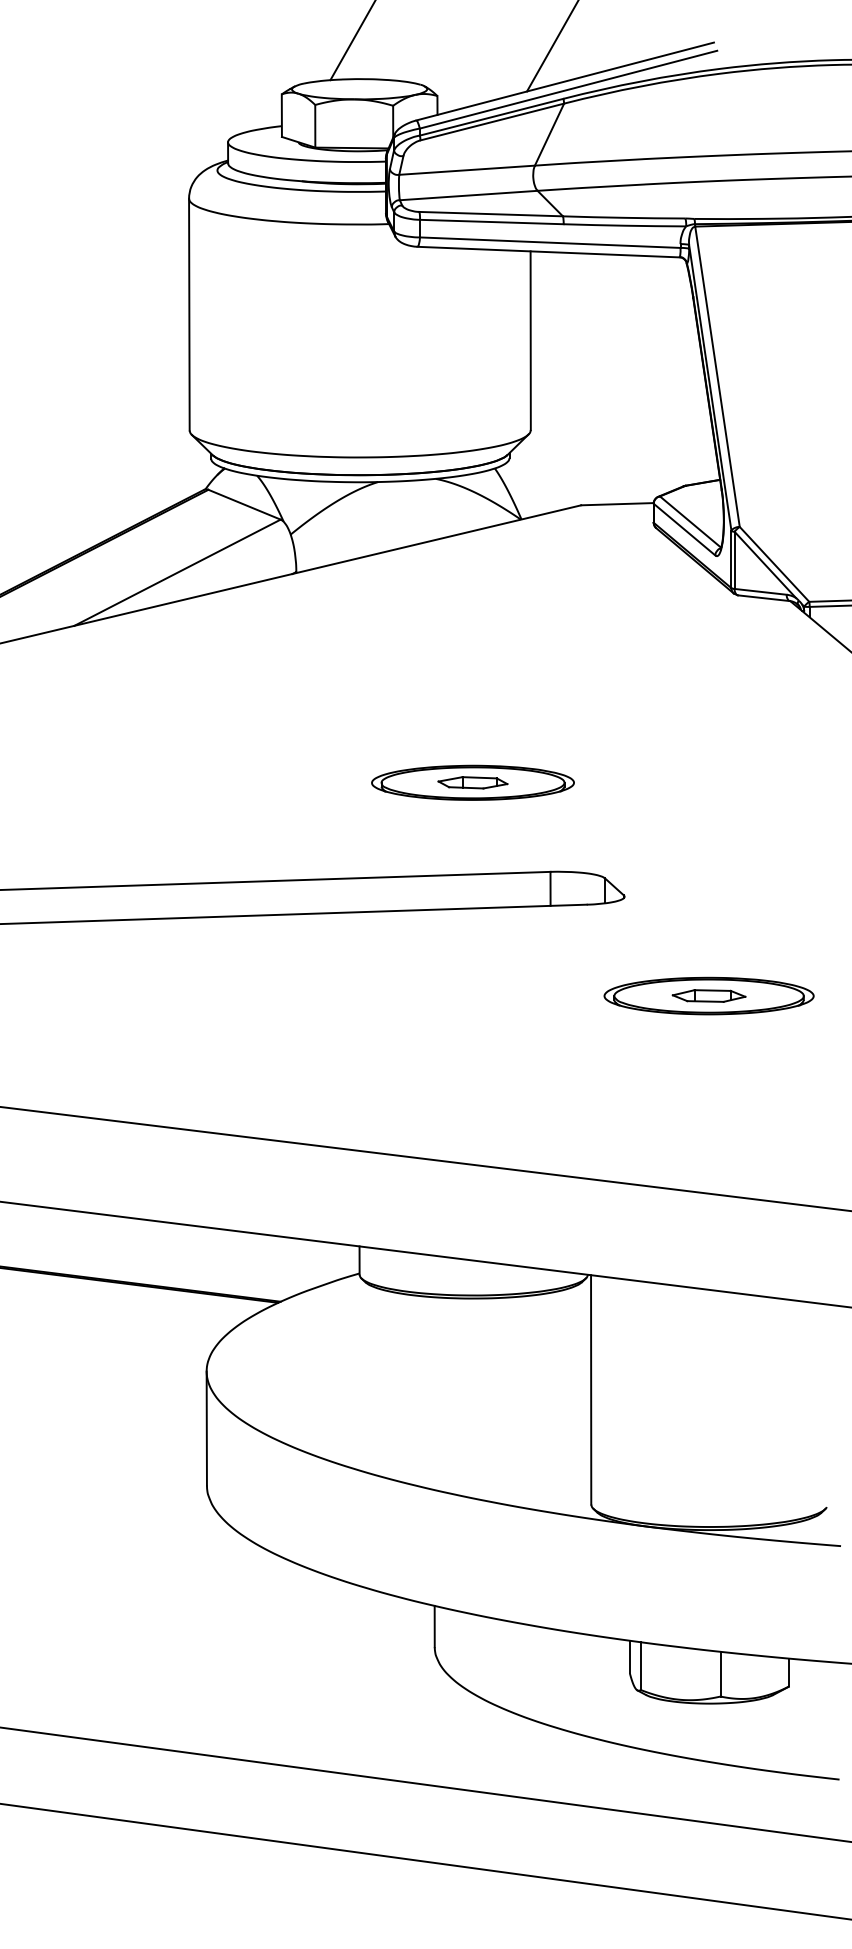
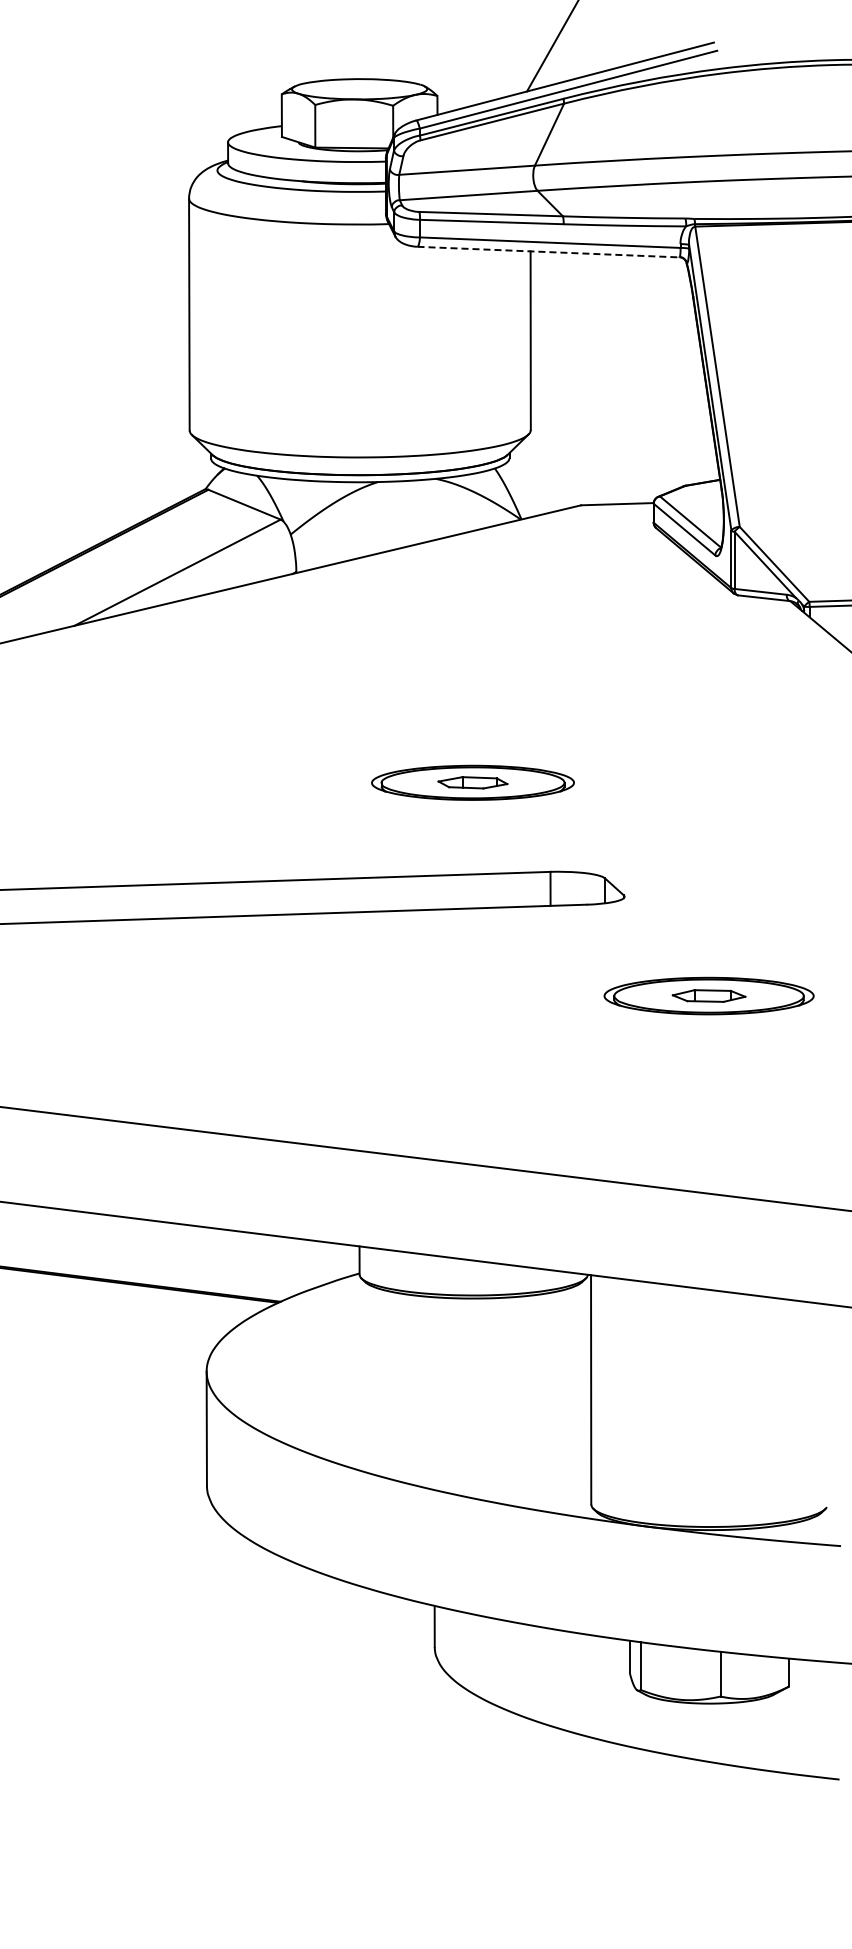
line at (352, 41): present -> none
line at (549, 252): solid -> dashed
line at (425, 1784): present -> none
line at (425, 1861): present -> none
